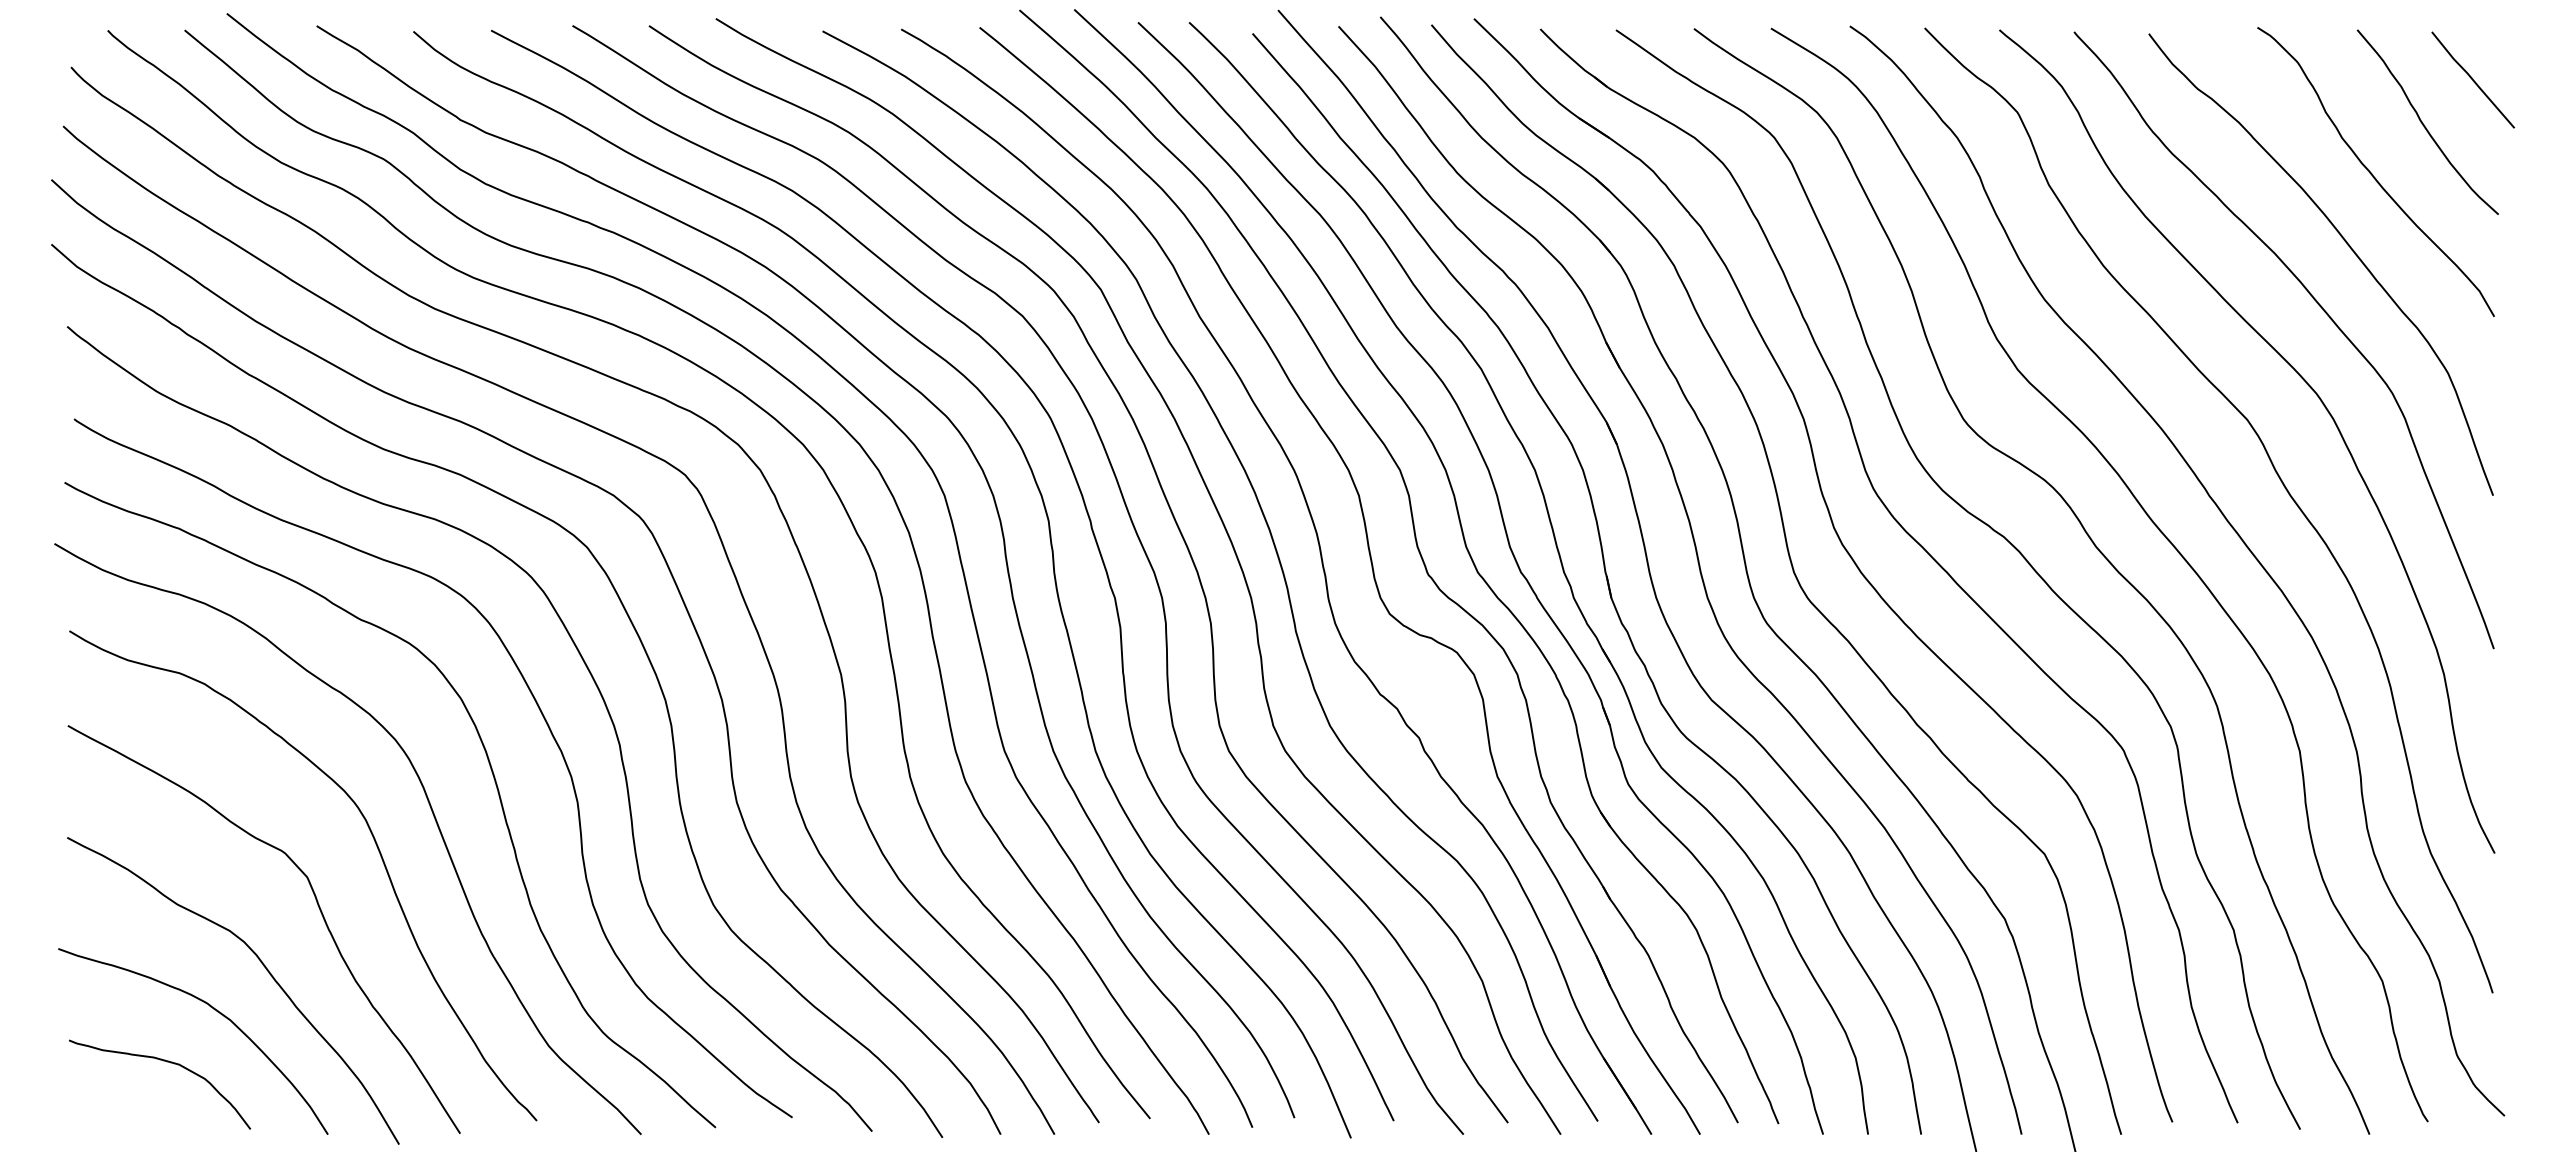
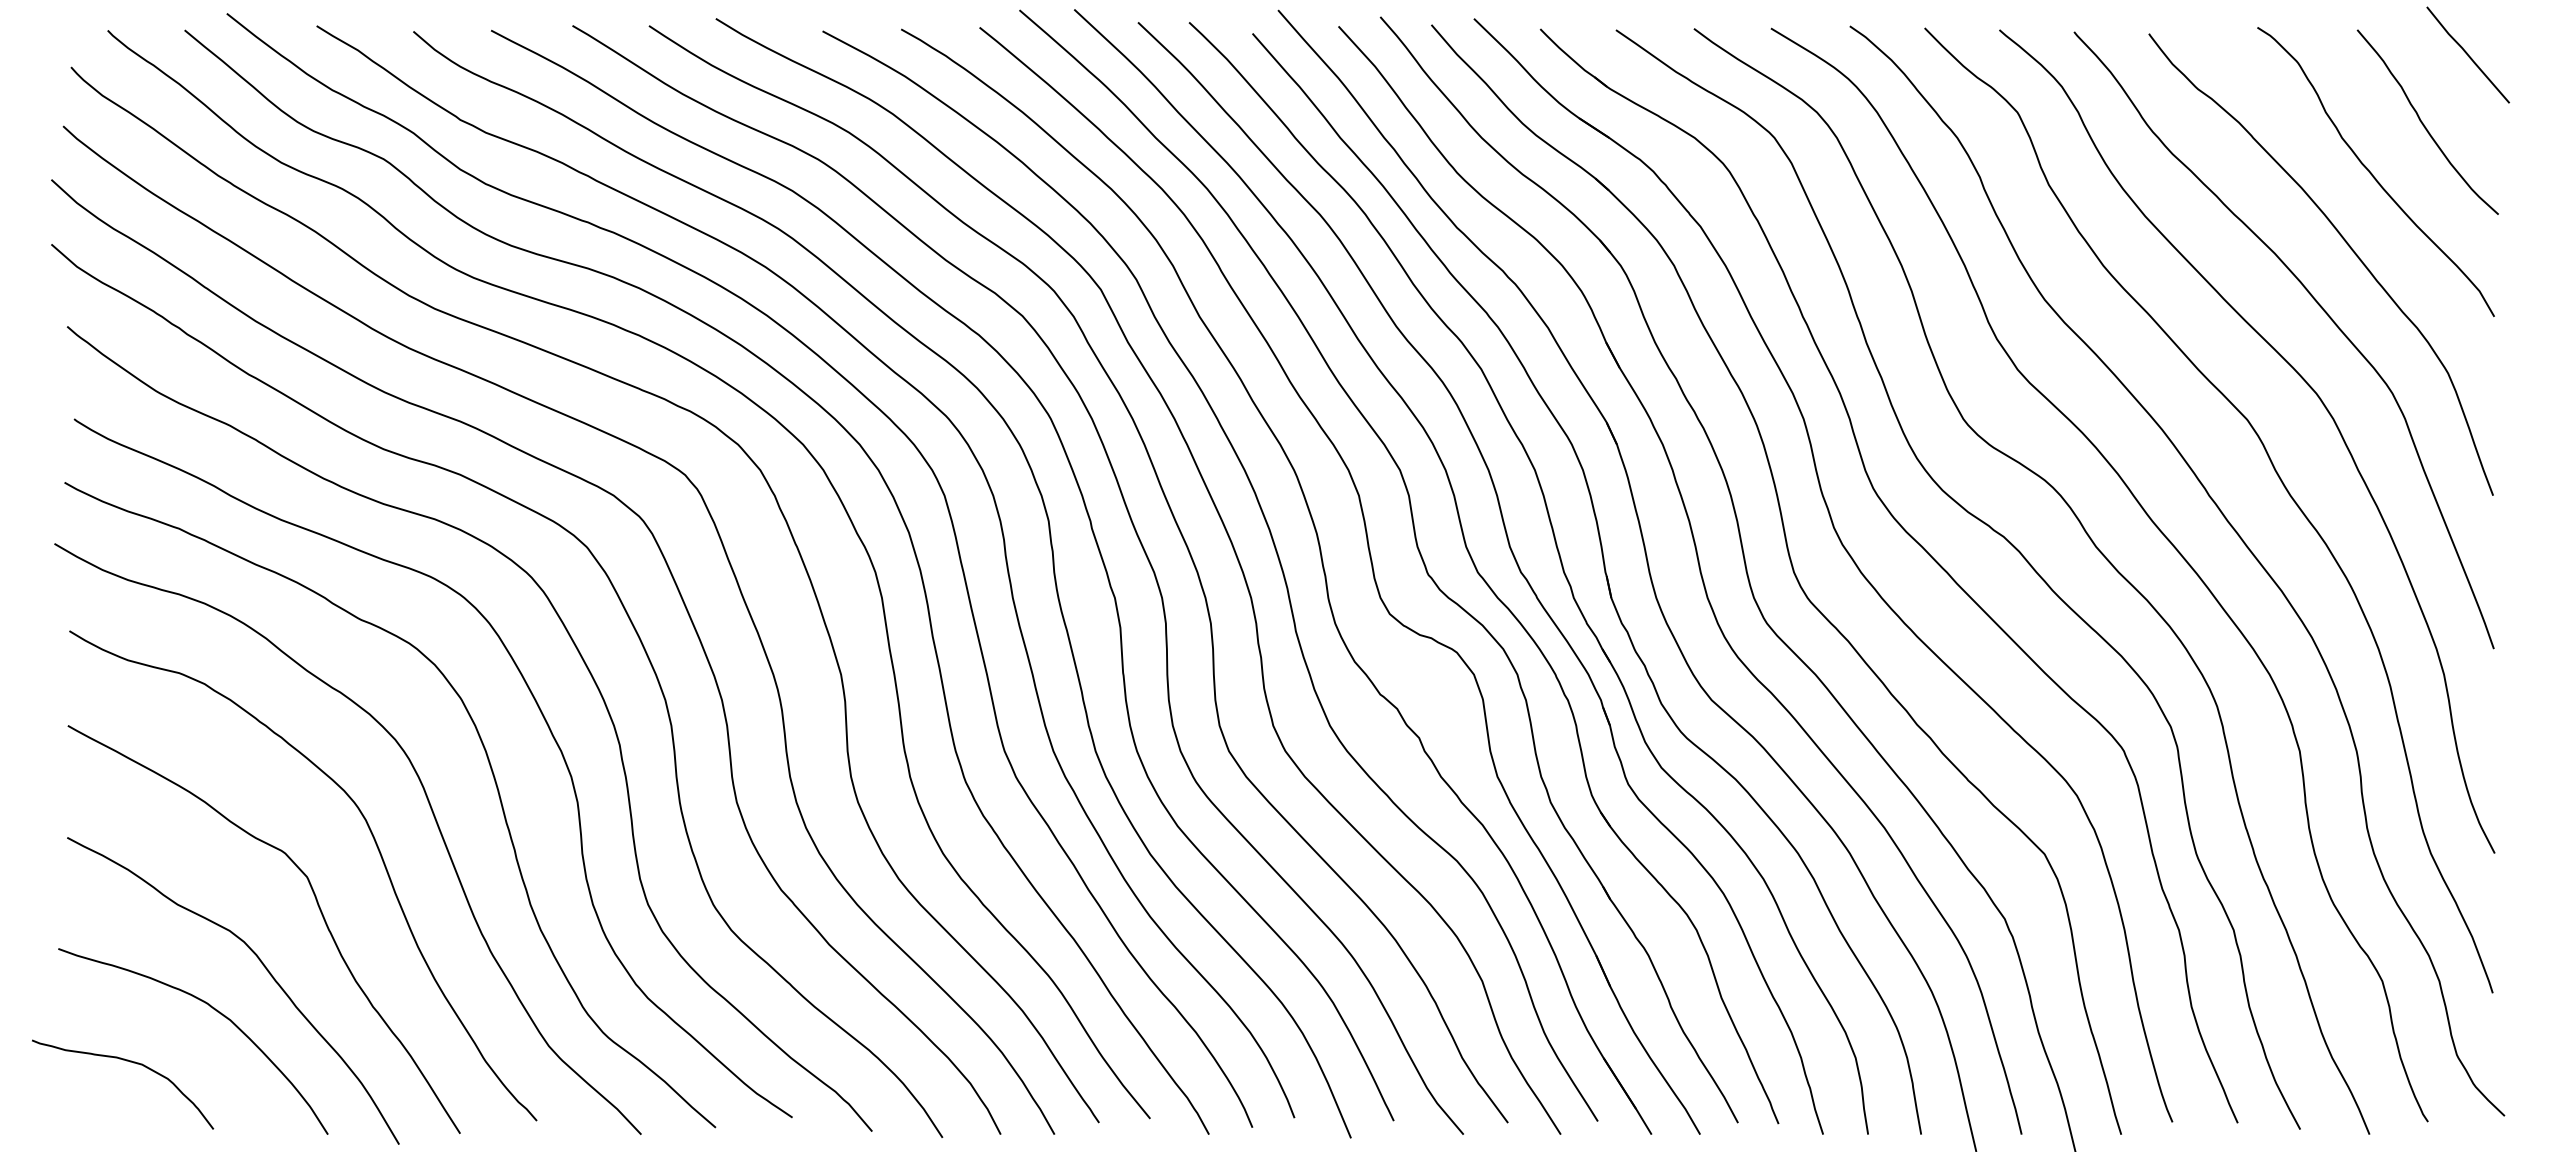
line at (2472, 79) position: (2472, 79) -> (2467, 54)
curve at (167, 1062) position: (167, 1062) -> (130, 1062)
